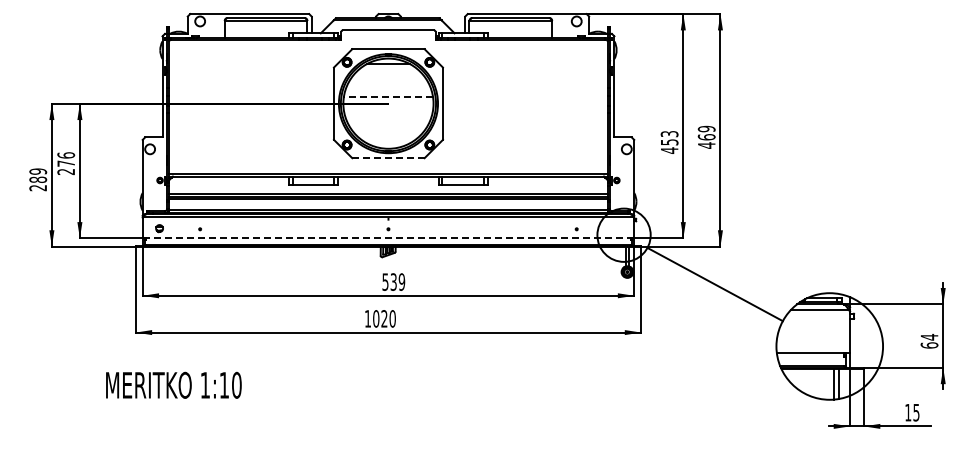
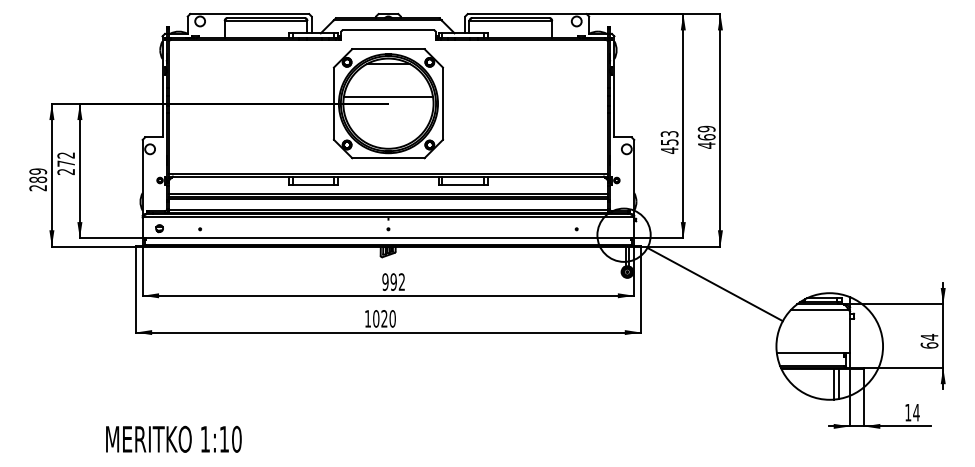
line at (388, 96): dashed -> solid
text at (66, 155): 276 -> 272
line at (387, 158): dashed -> solid
line at (388, 238): dashed -> solid
text at (393, 281): 539 -> 992
text at (173, 384) position: (173, 384) -> (173, 438)
text at (916, 412): 15 -> 14
